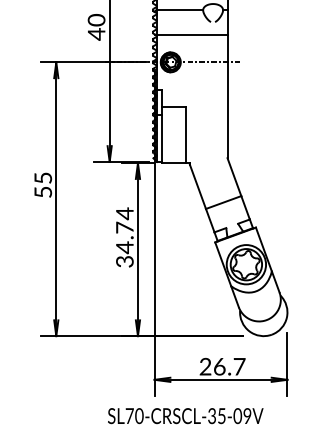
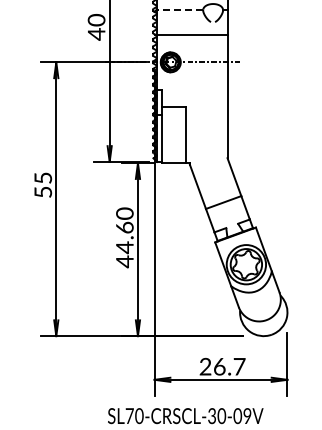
line at (179, 9): solid -> dashed
text at (124, 237): 34.74 -> 44.60
text at (221, 415): SL70-CRSCL-35-09V -> SL70-CRSCL-30-09V
